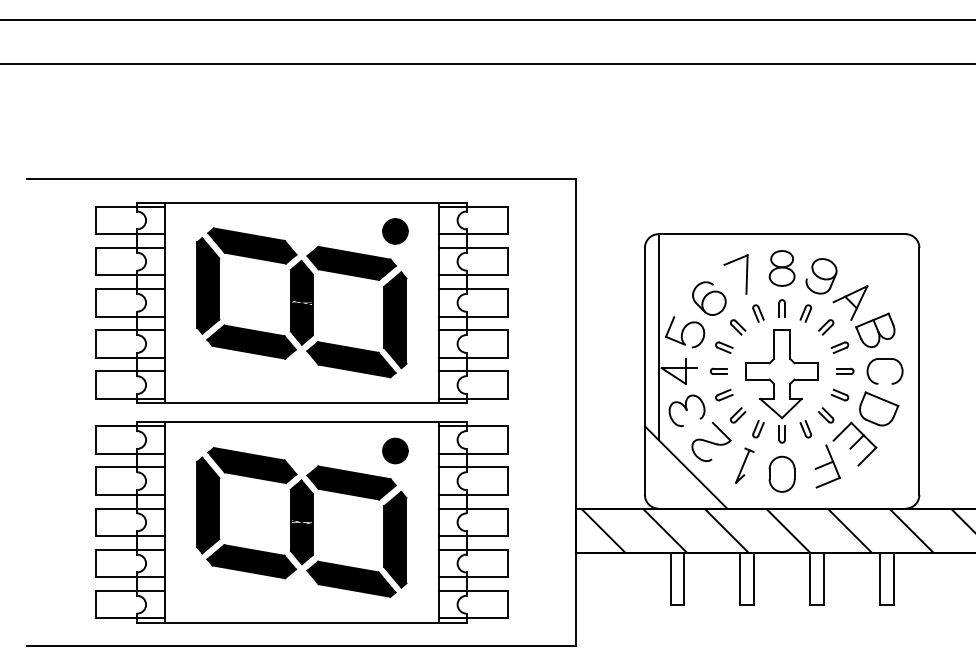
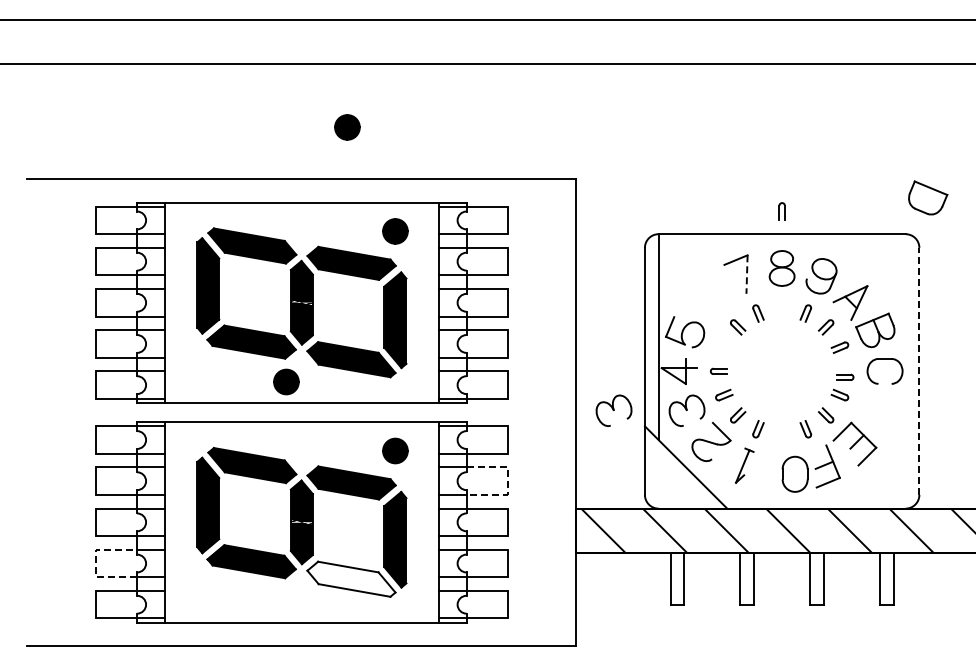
part at (347, 127): none -> present
line at (747, 275): solid -> dashed
part at (709, 298): present -> none
part at (781, 308) position: (781, 308) -> (781, 211)
part at (724, 347): present -> none
part at (845, 370) position: (845, 370) -> (845, 376)
line at (919, 371): solid -> dashed
part at (286, 381): none -> present
part at (781, 386): present -> none
part at (879, 408) position: (879, 408) -> (928, 197)
part at (613, 410): none -> present
part at (781, 473) position: (781, 473) -> (794, 473)
line at (507, 481): solid -> dashed
line at (96, 563): solid -> dashed
fill at (351, 578): present -> none
